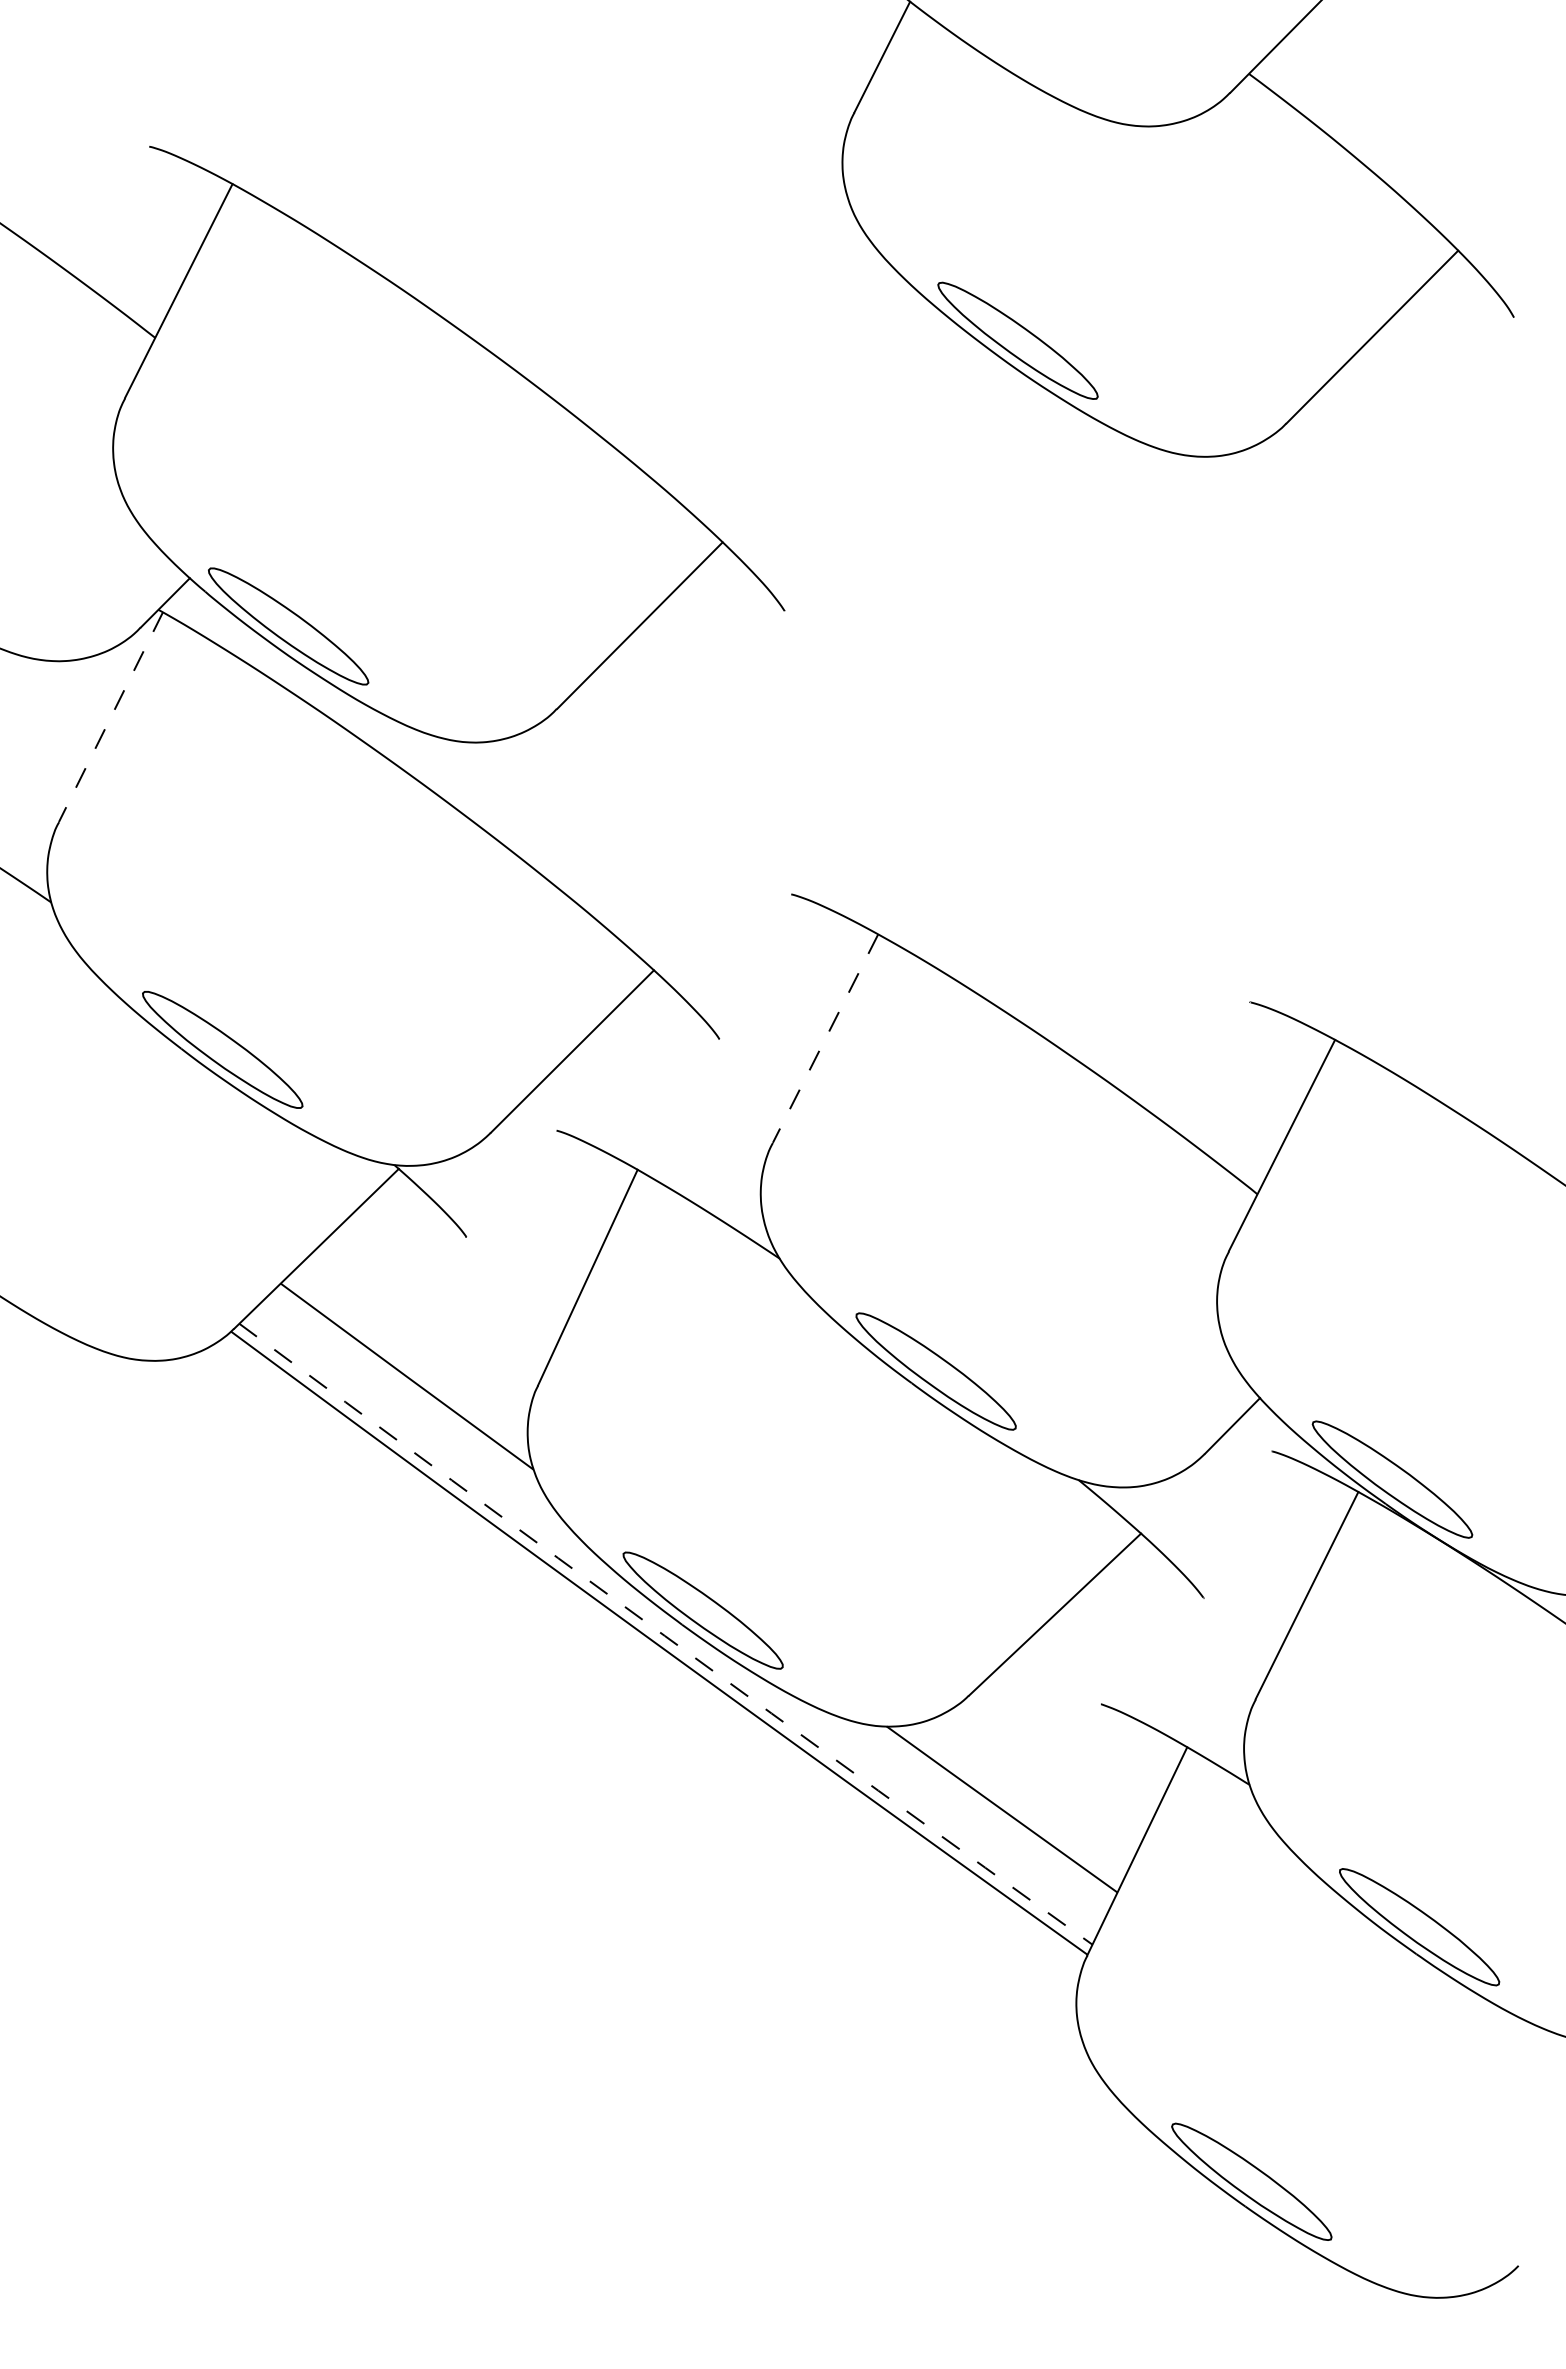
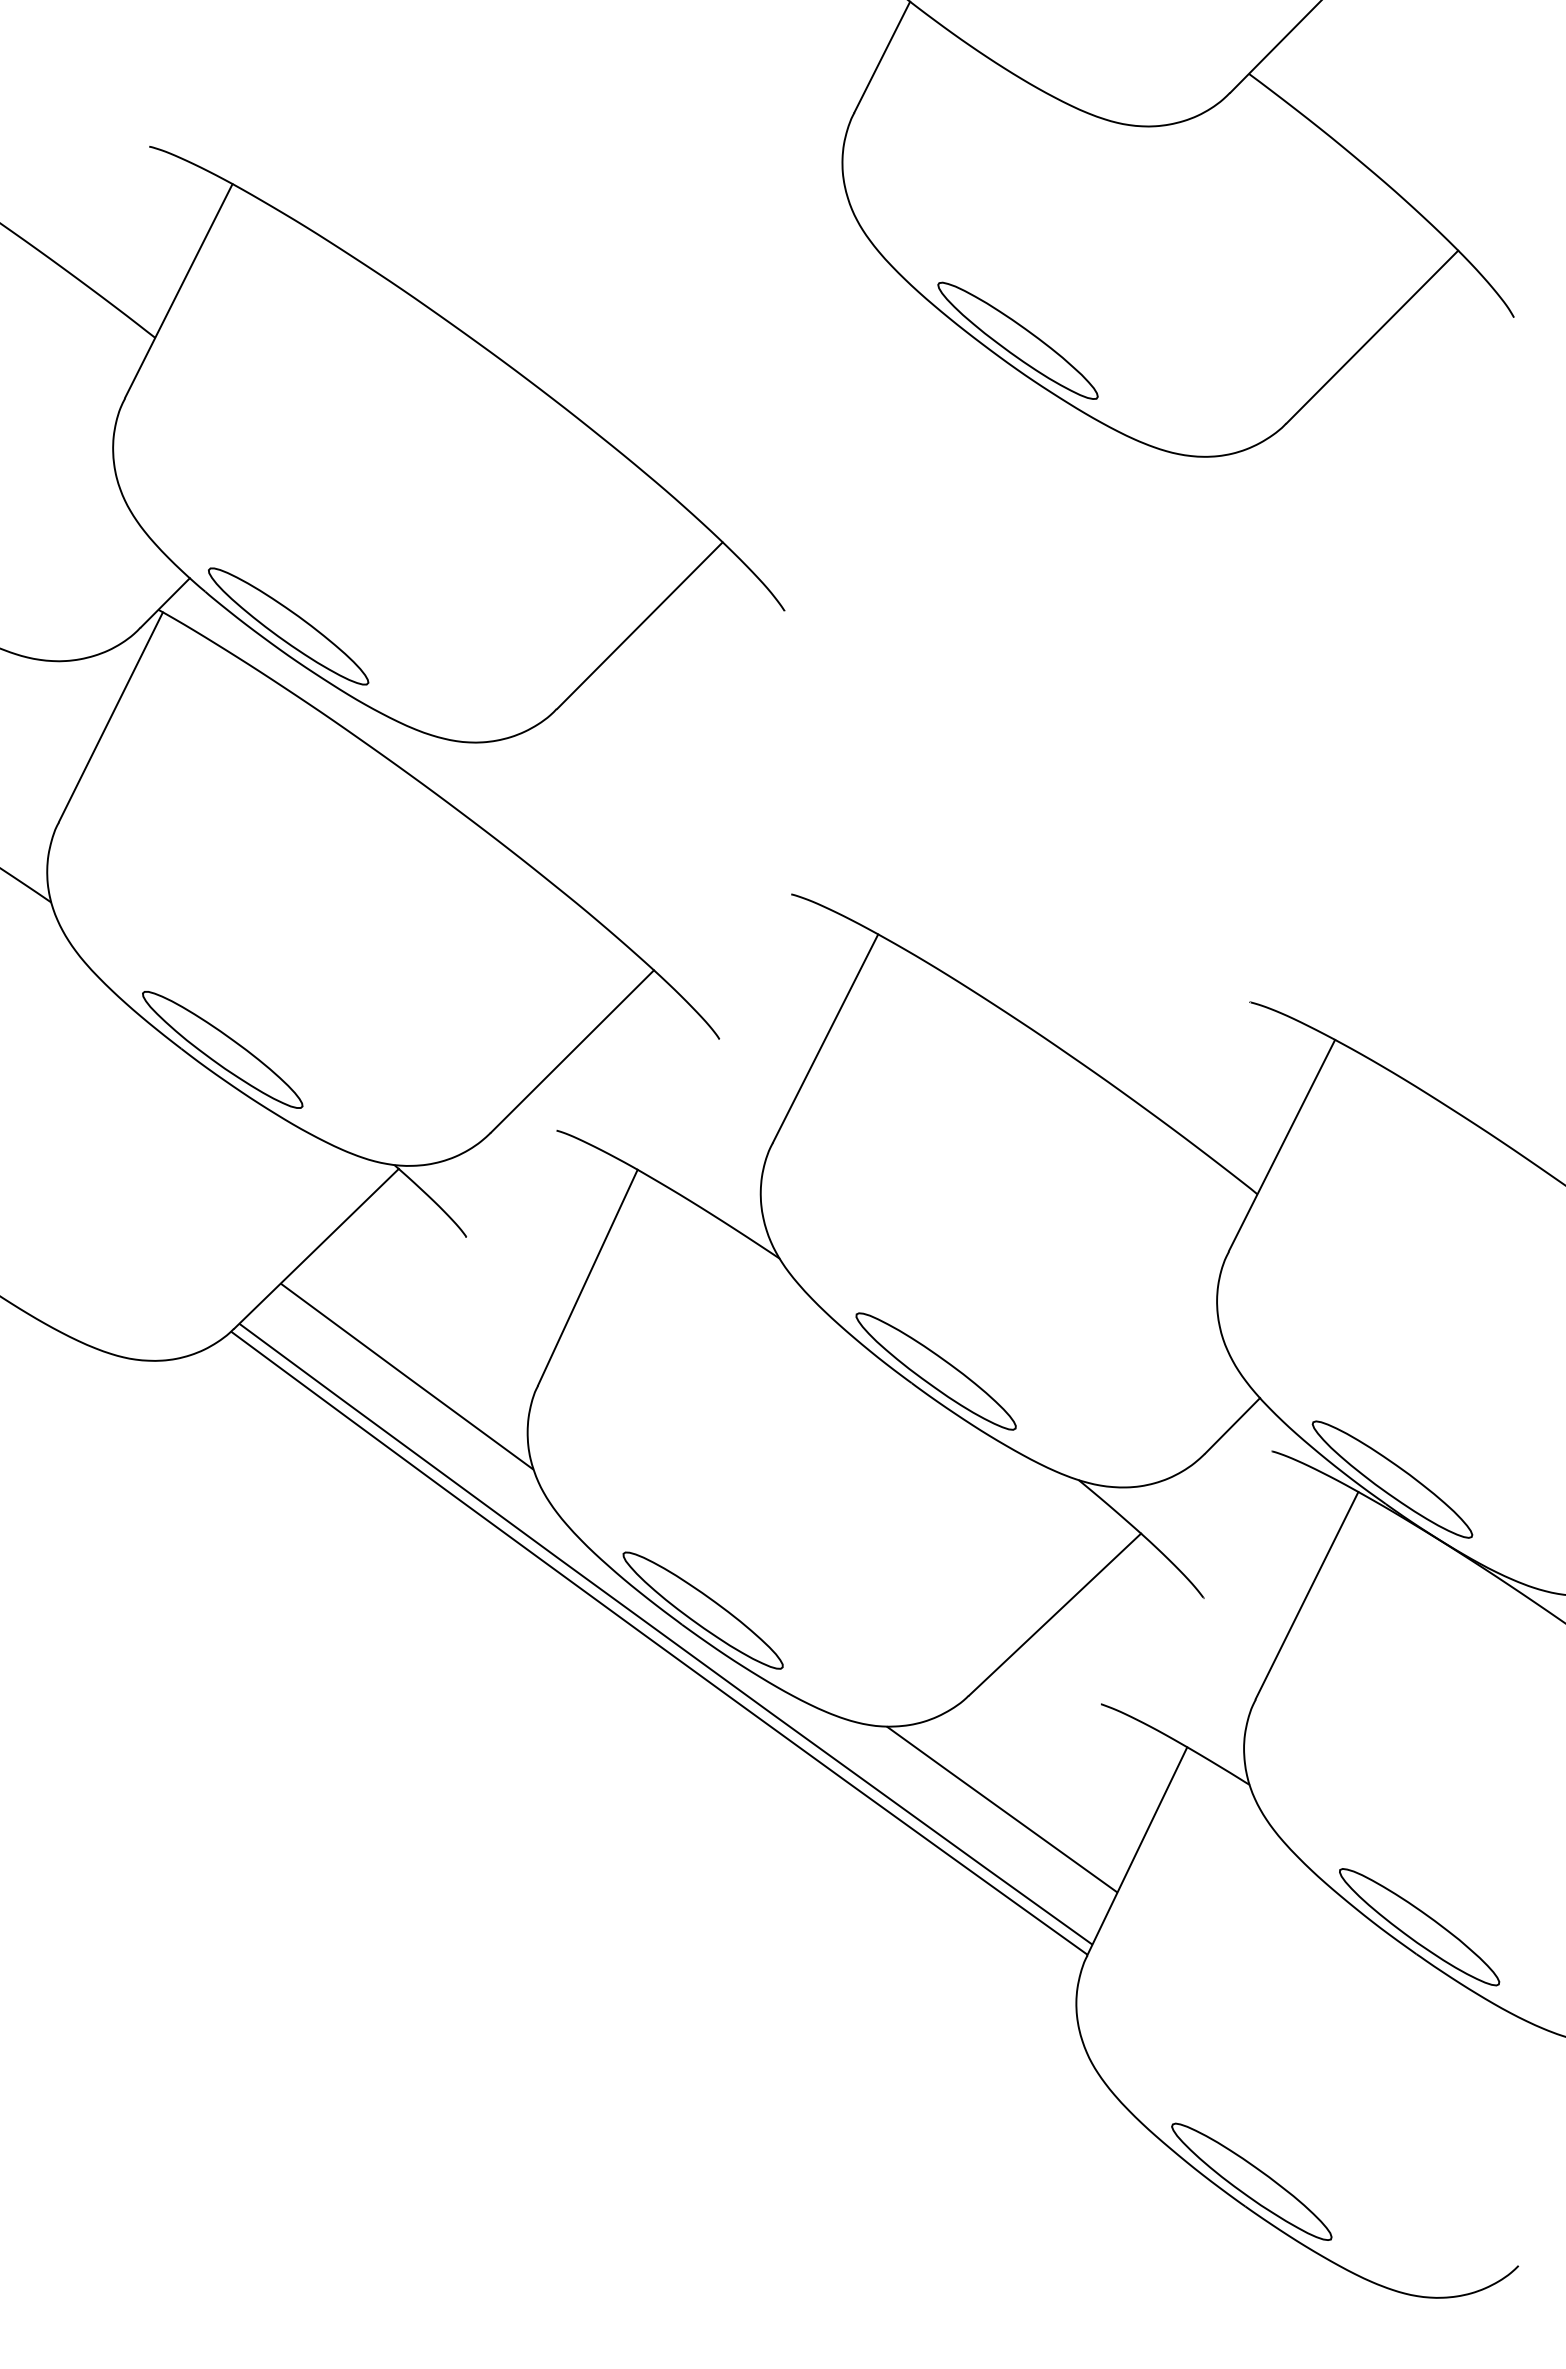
line at (110, 717): dashed -> solid
line at (825, 1038): dashed -> solid
arc at (664, 1635): dashed -> solid
